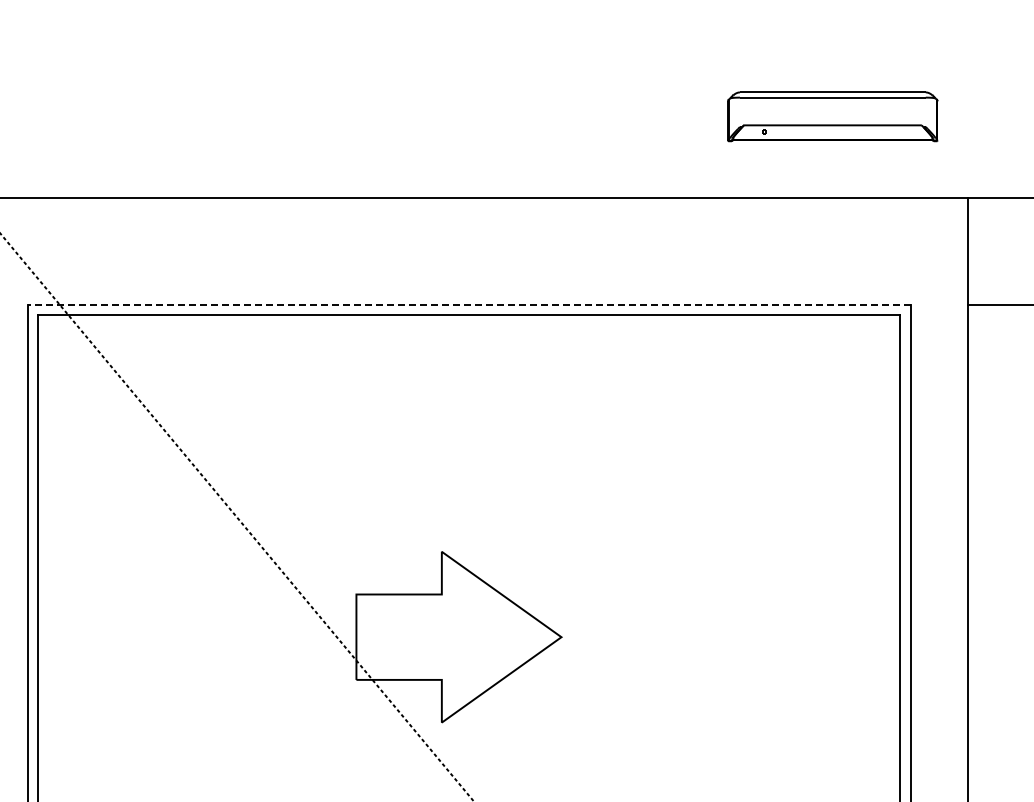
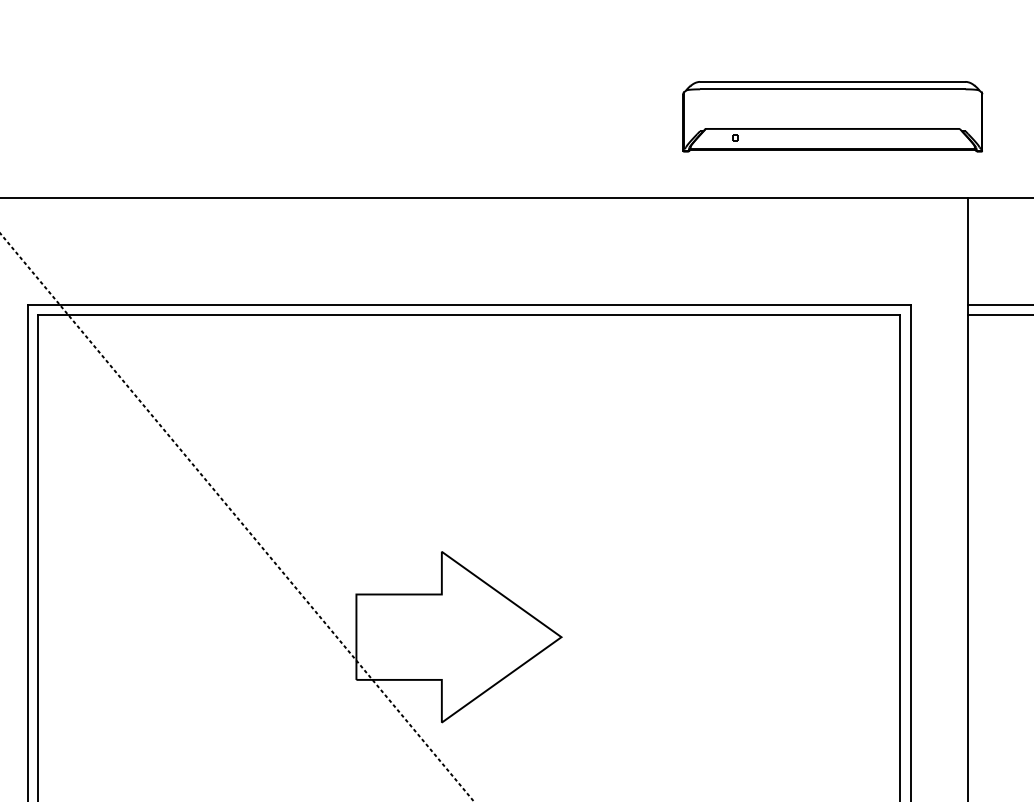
part at (832, 116) size: 212x52 px -> 302x72 px
line at (469, 304): dashed -> solid
line at (998, 315): none -> present
